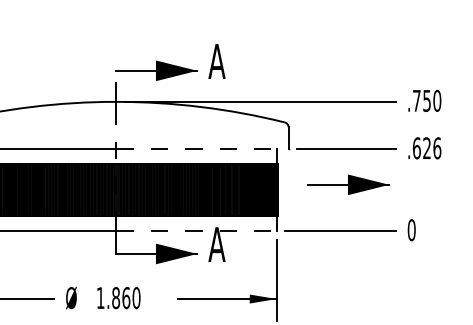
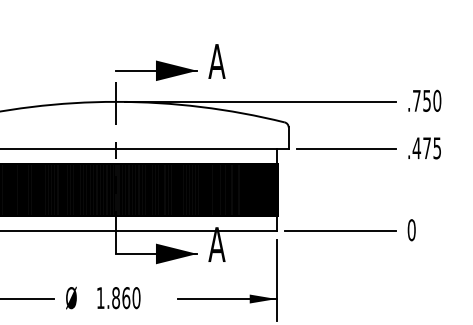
text at (426, 148): .626 -> .475
line at (203, 149): dashed -> solid
part at (348, 184): present -> none
line at (196, 231): dashed -> solid
